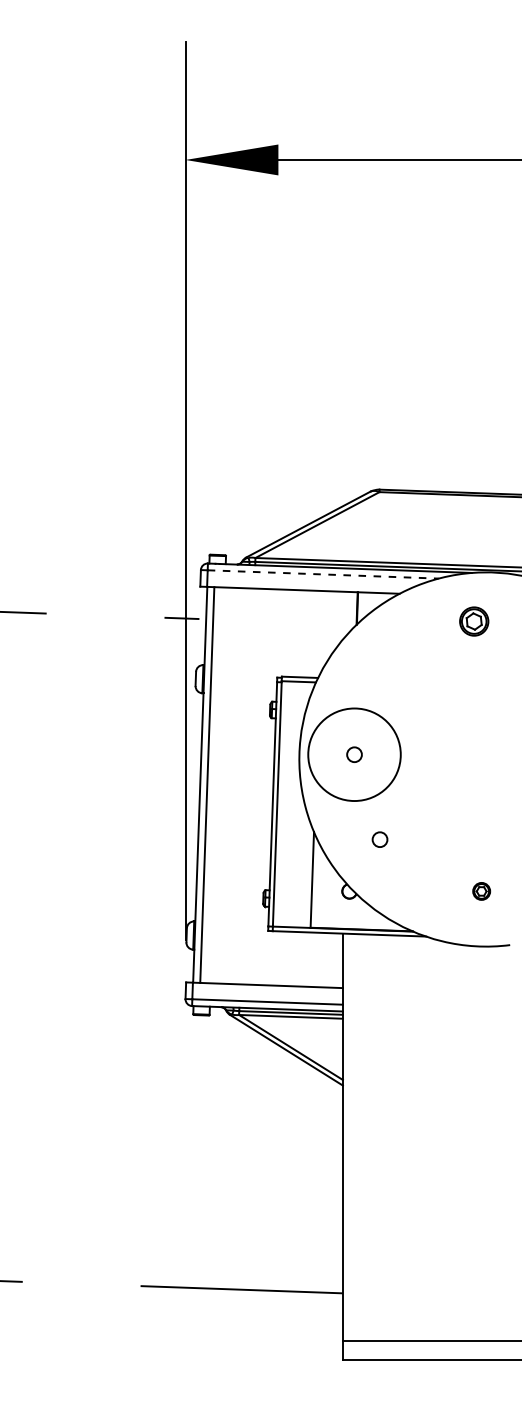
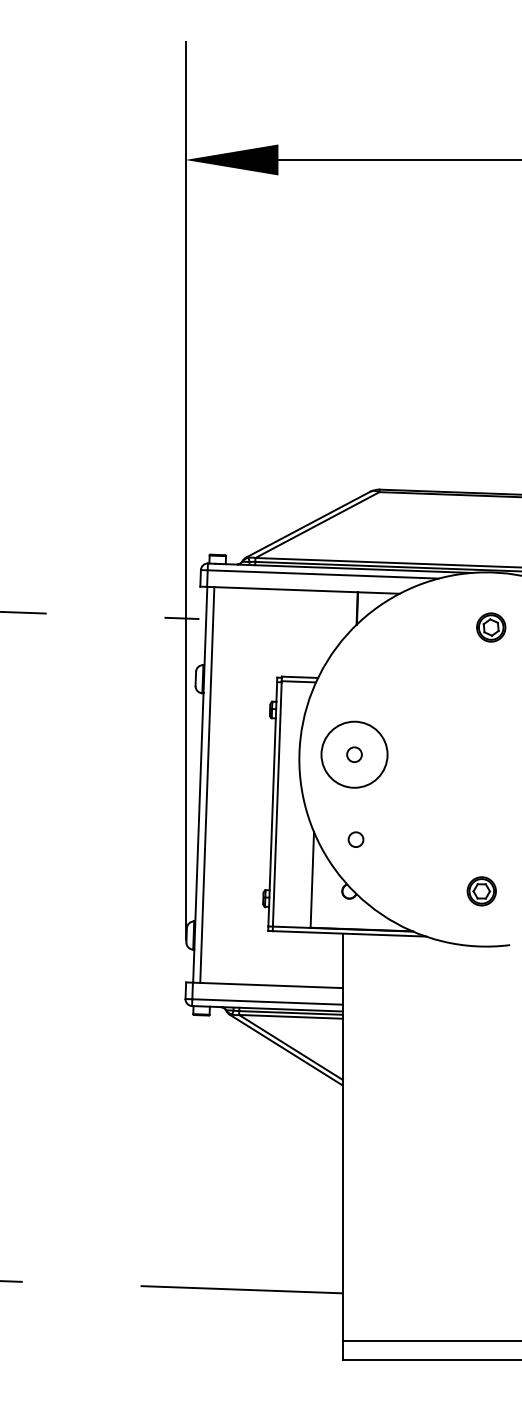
line at (323, 574): dashed -> solid
part at (474, 621) position: (474, 621) -> (491, 627)
circle at (354, 754) diameter: 93 px -> 66 px
circle at (379, 839) position: (379, 839) -> (355, 839)
part at (481, 891) size: 20x19 px -> 31x31 px
